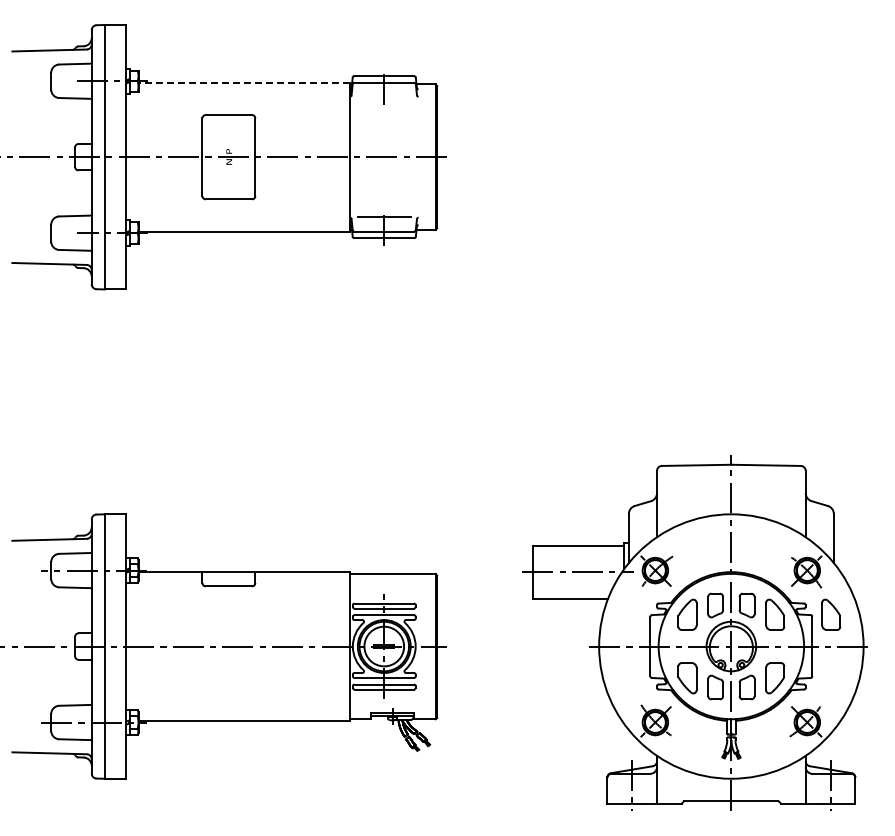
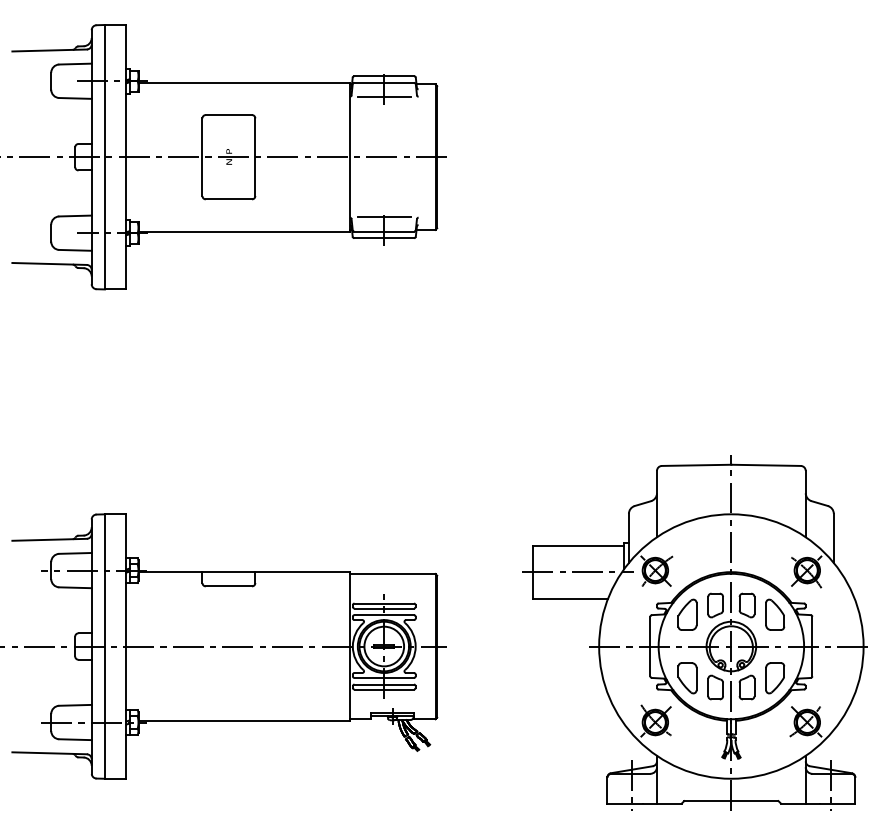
line at (244, 82): dashed -> solid
line at (384, 97): none -> present
part at (831, 614): present -> none
